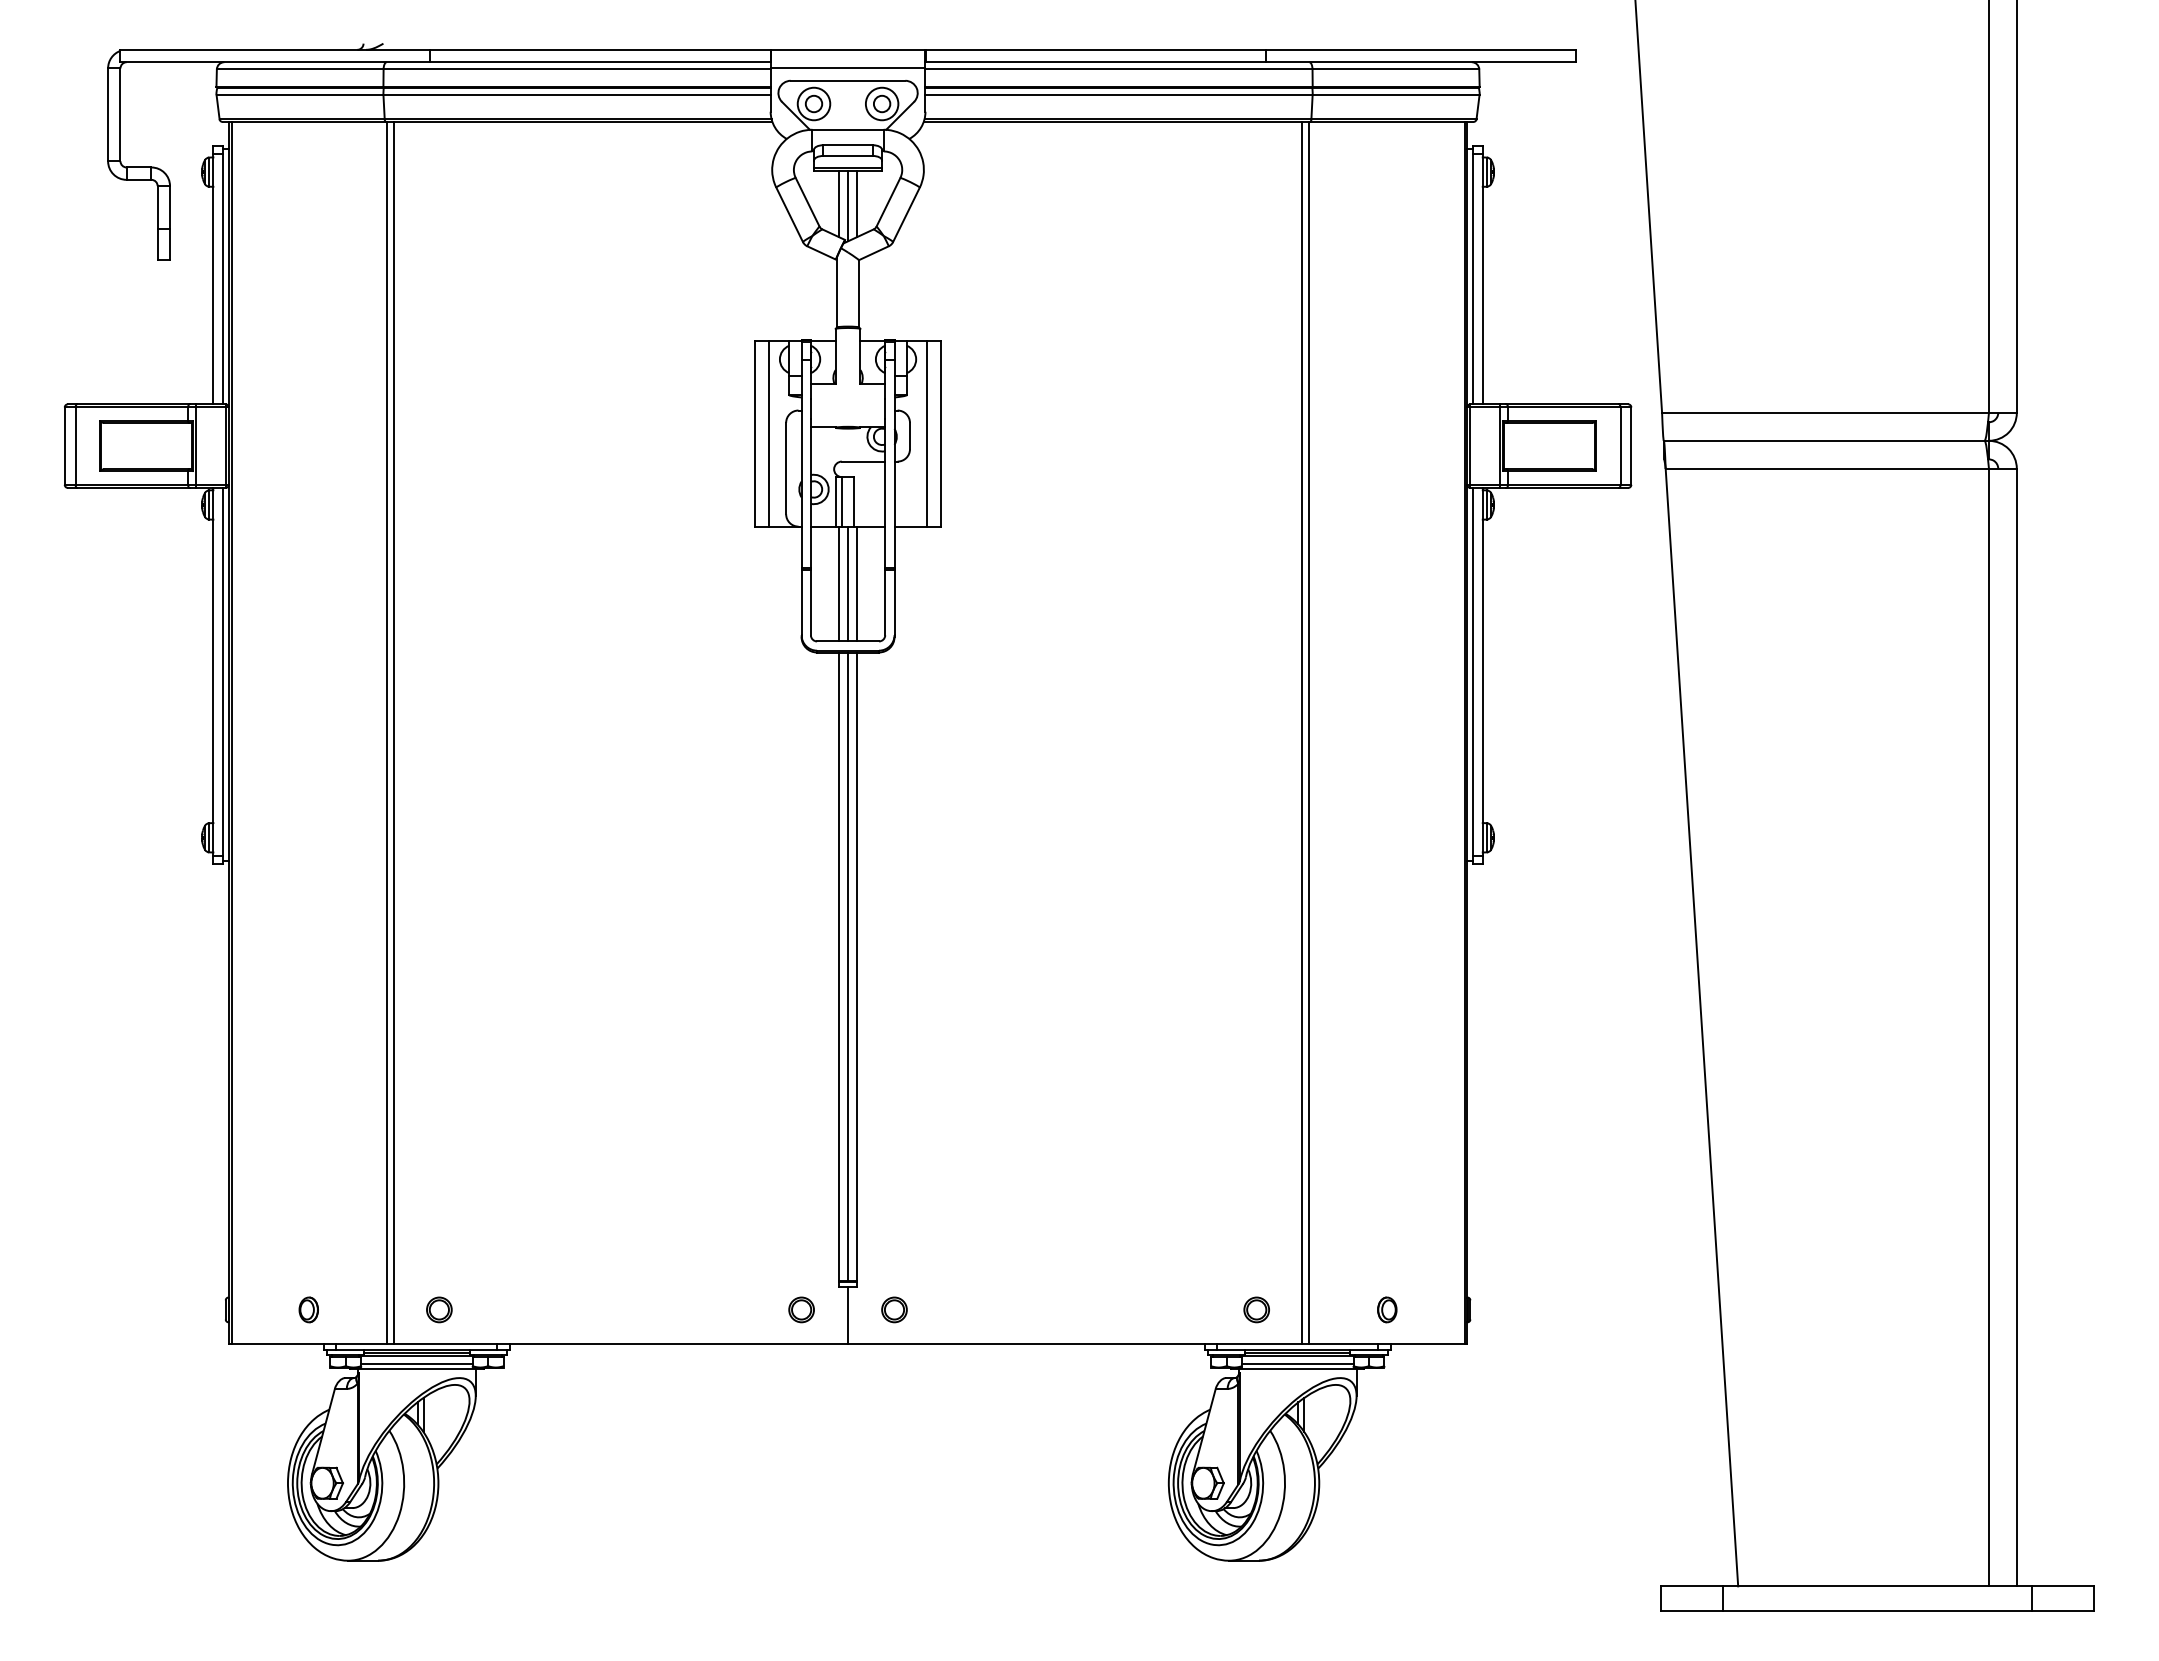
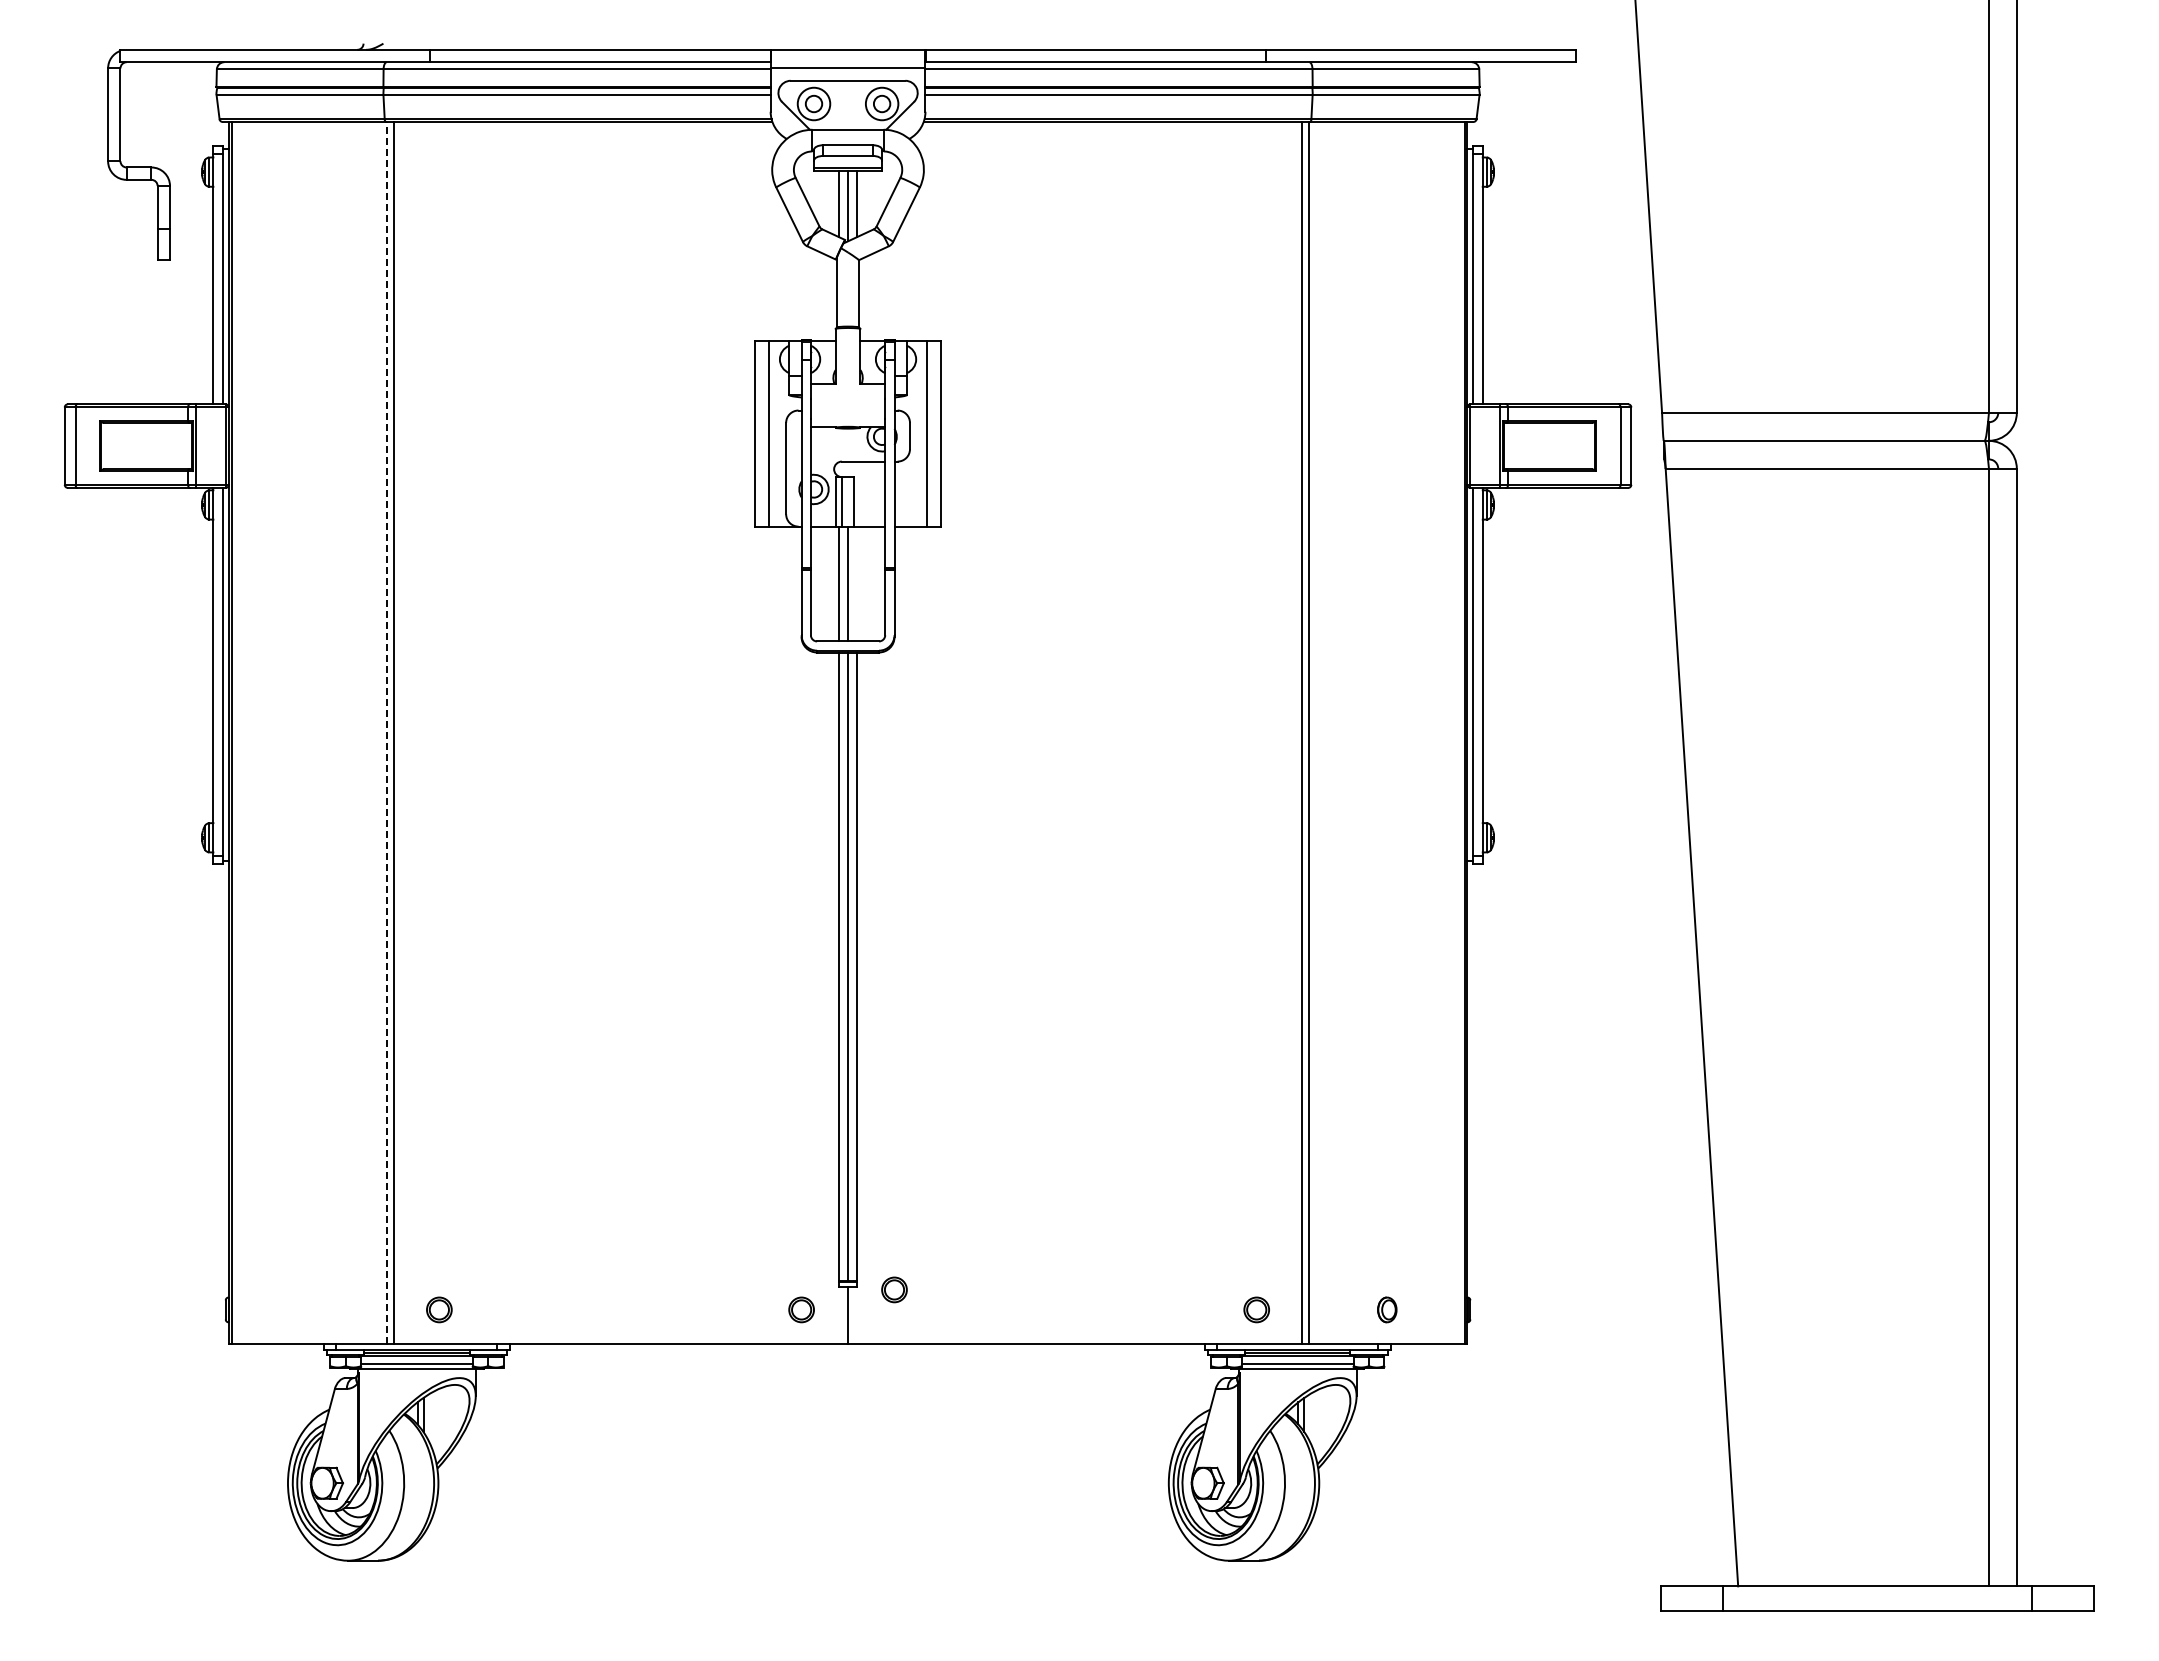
line at (857, 583): present -> none
line at (387, 732): solid -> dashed
part at (308, 1309): present -> none
part at (894, 1309) position: (894, 1309) -> (894, 1289)
